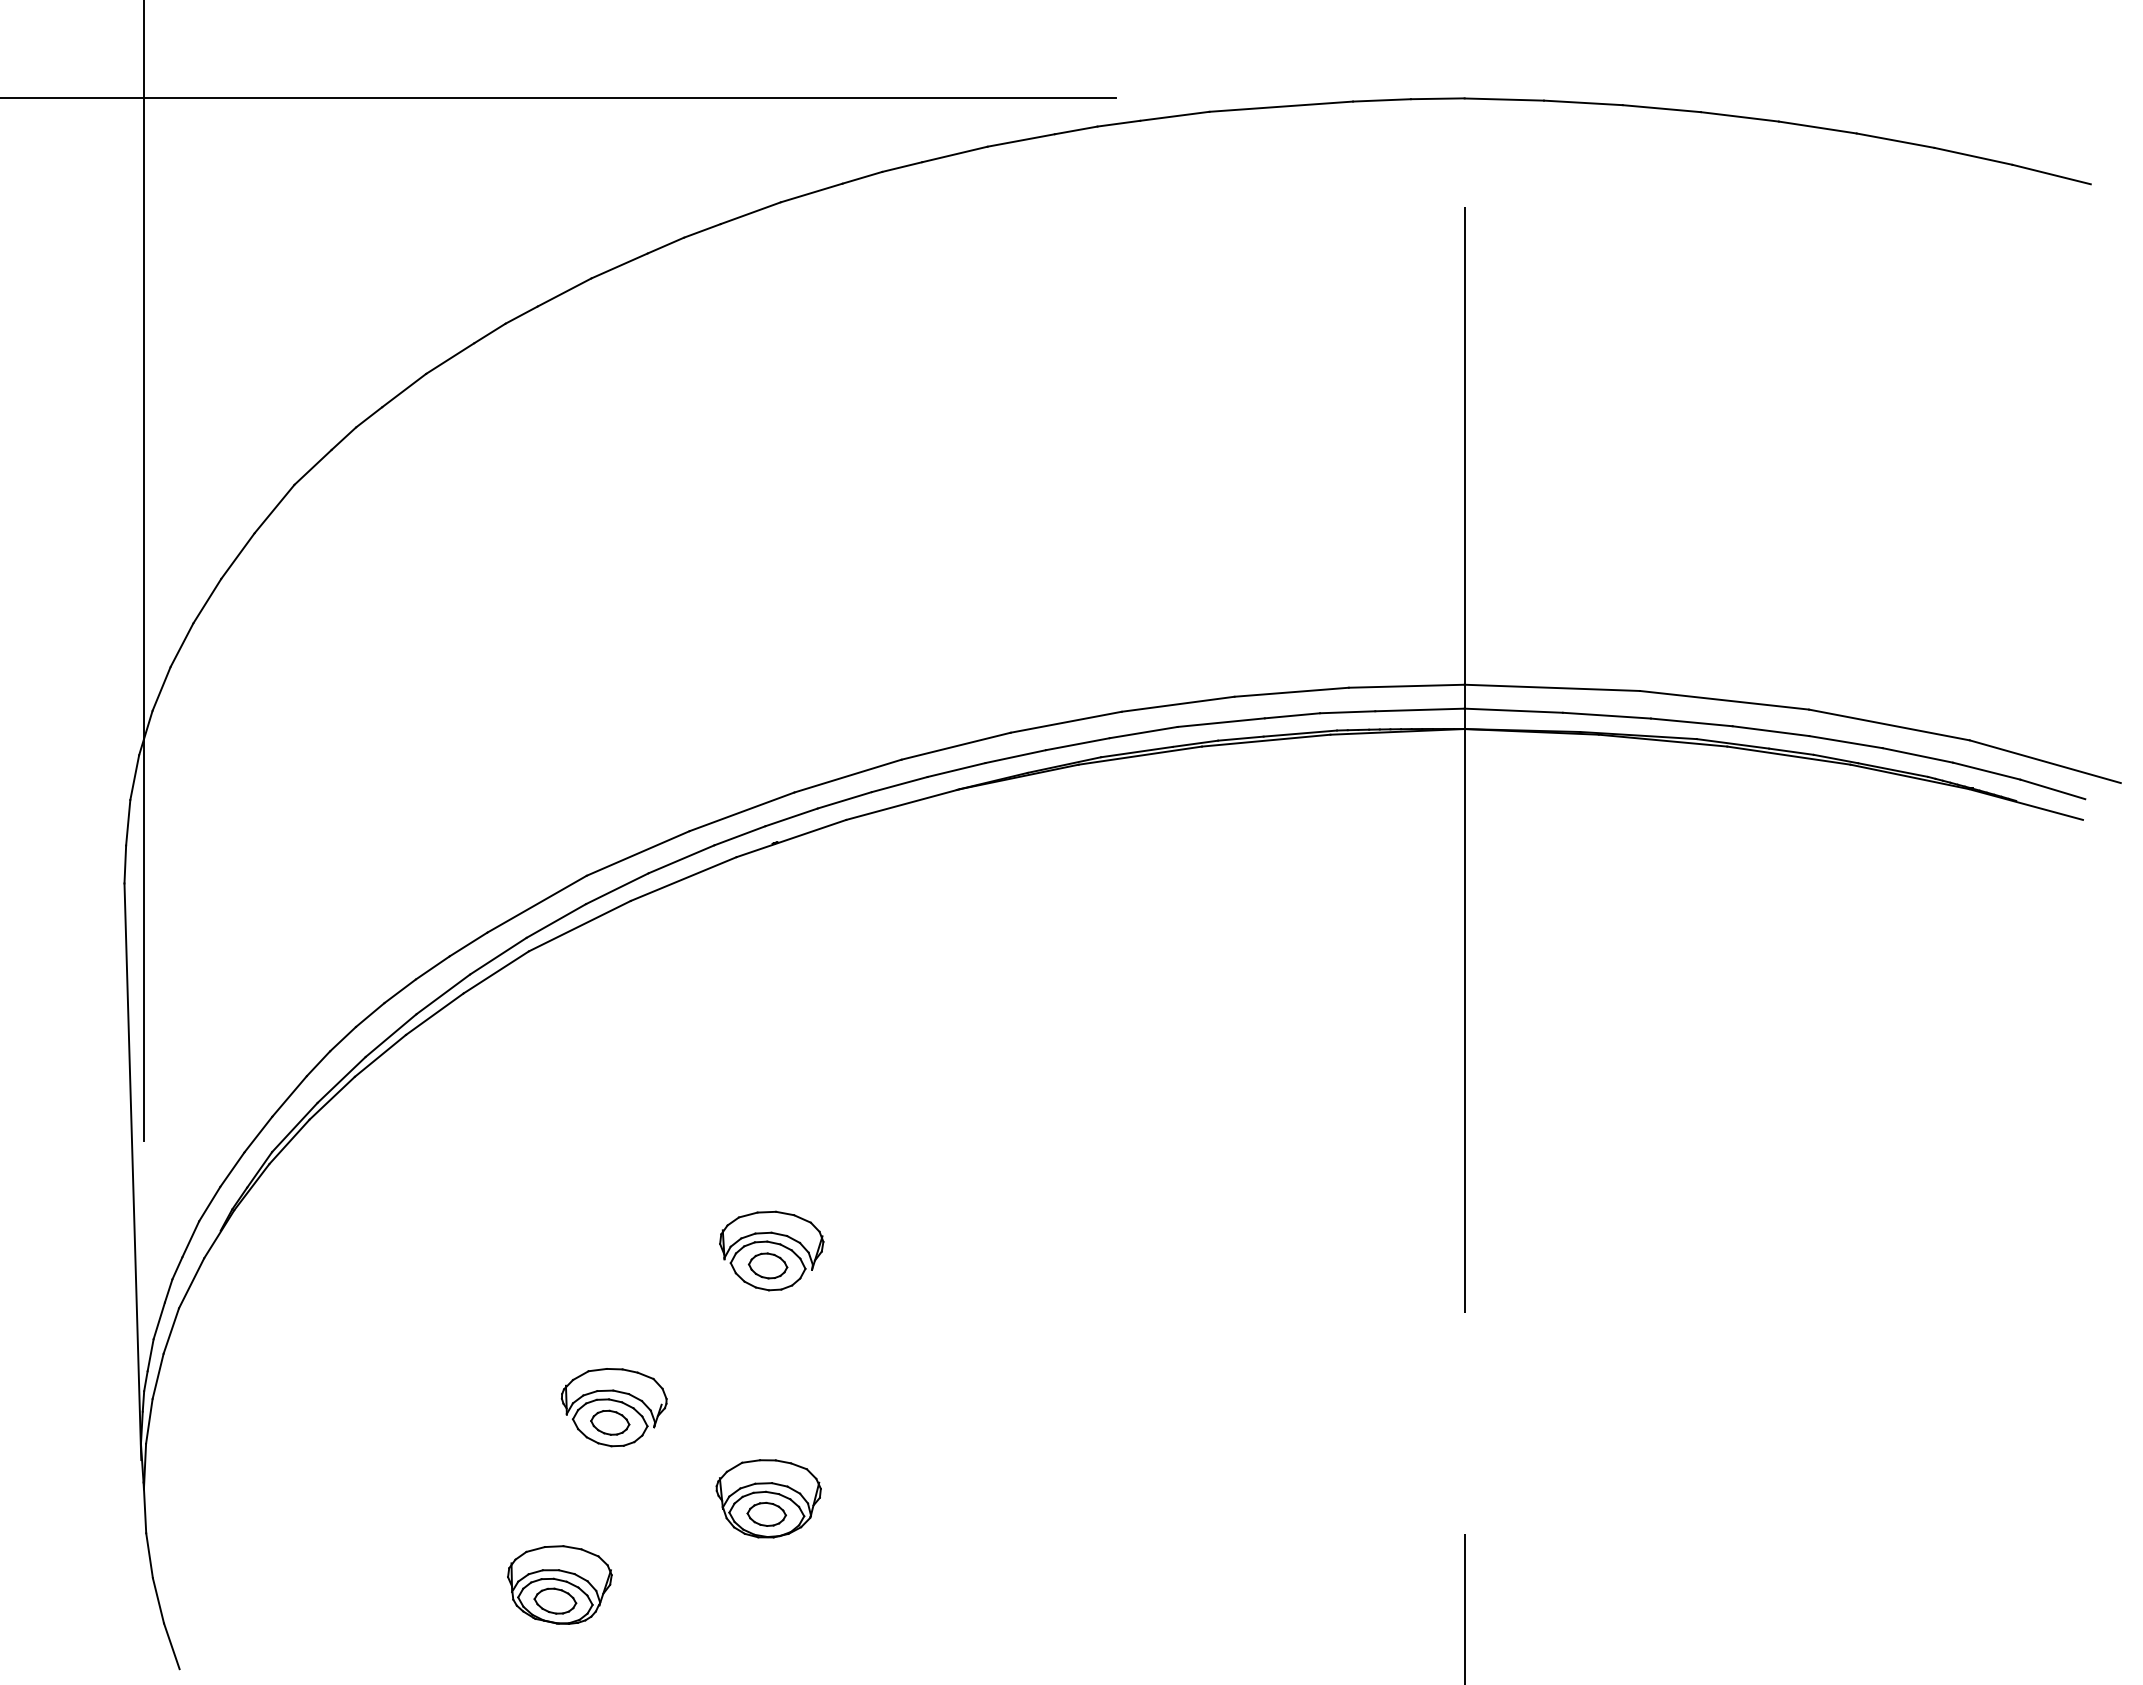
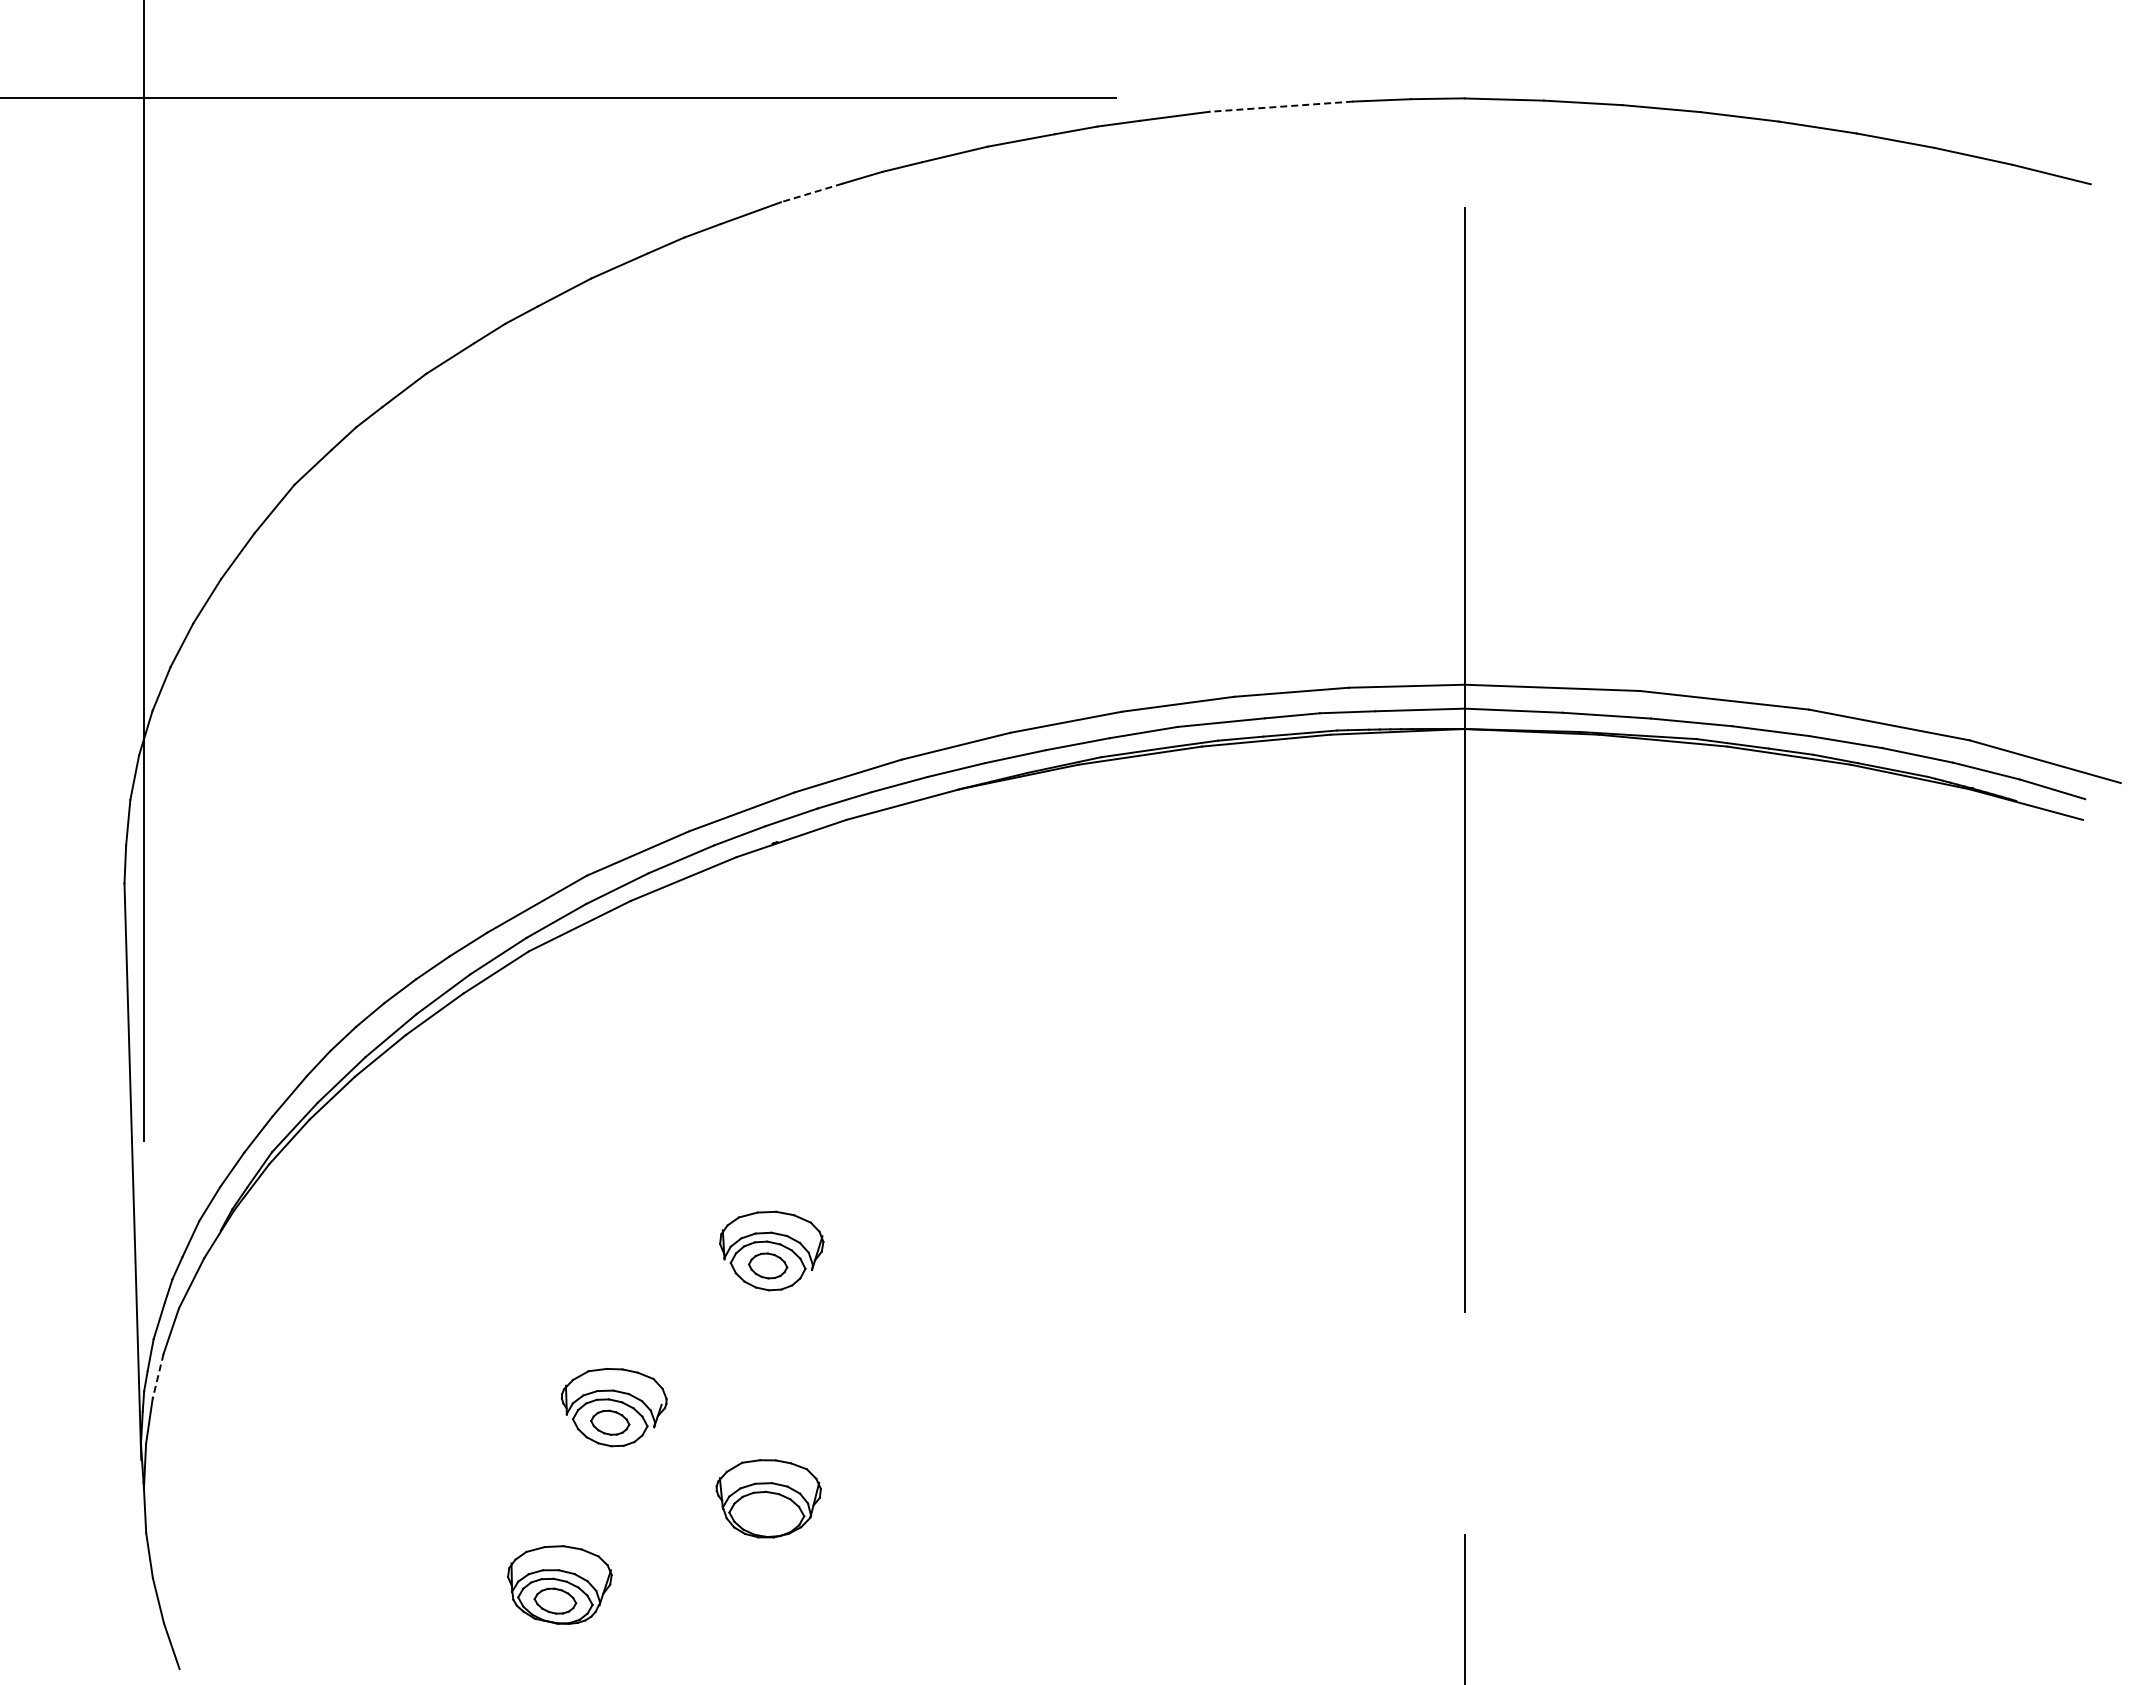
line at (1281, 106): solid -> dashed
line at (811, 193): solid -> dashed
line at (158, 1376): solid -> dashed
part at (766, 1513): present -> none
